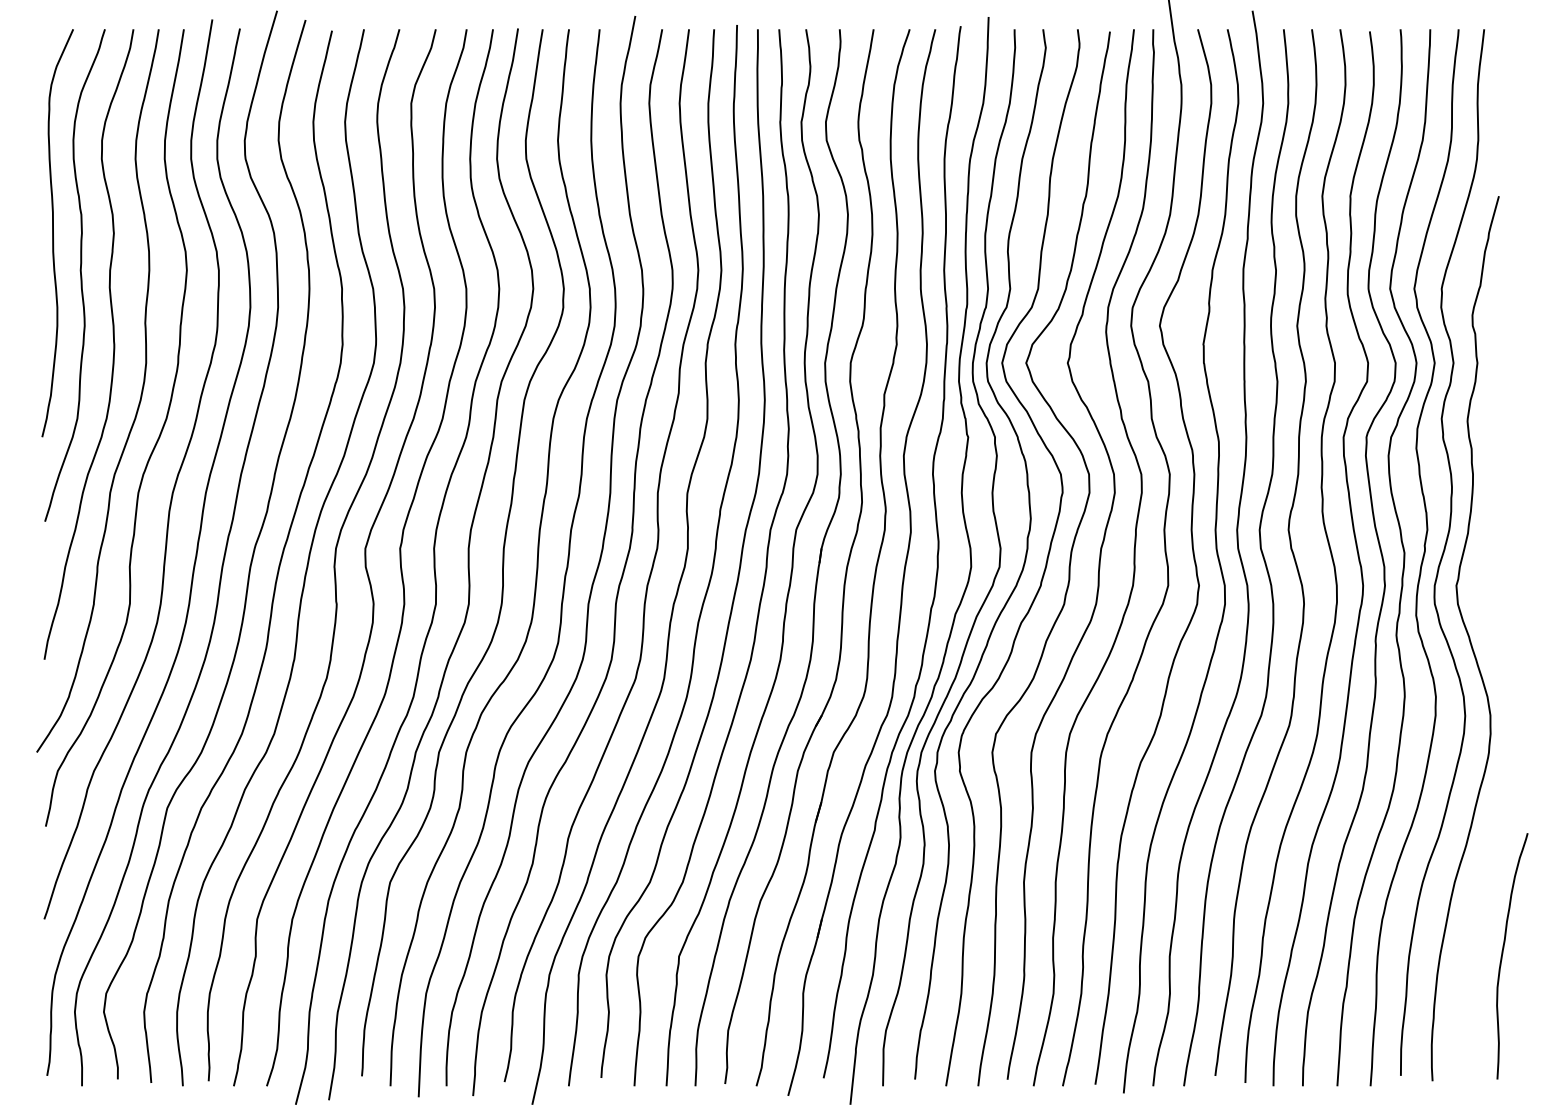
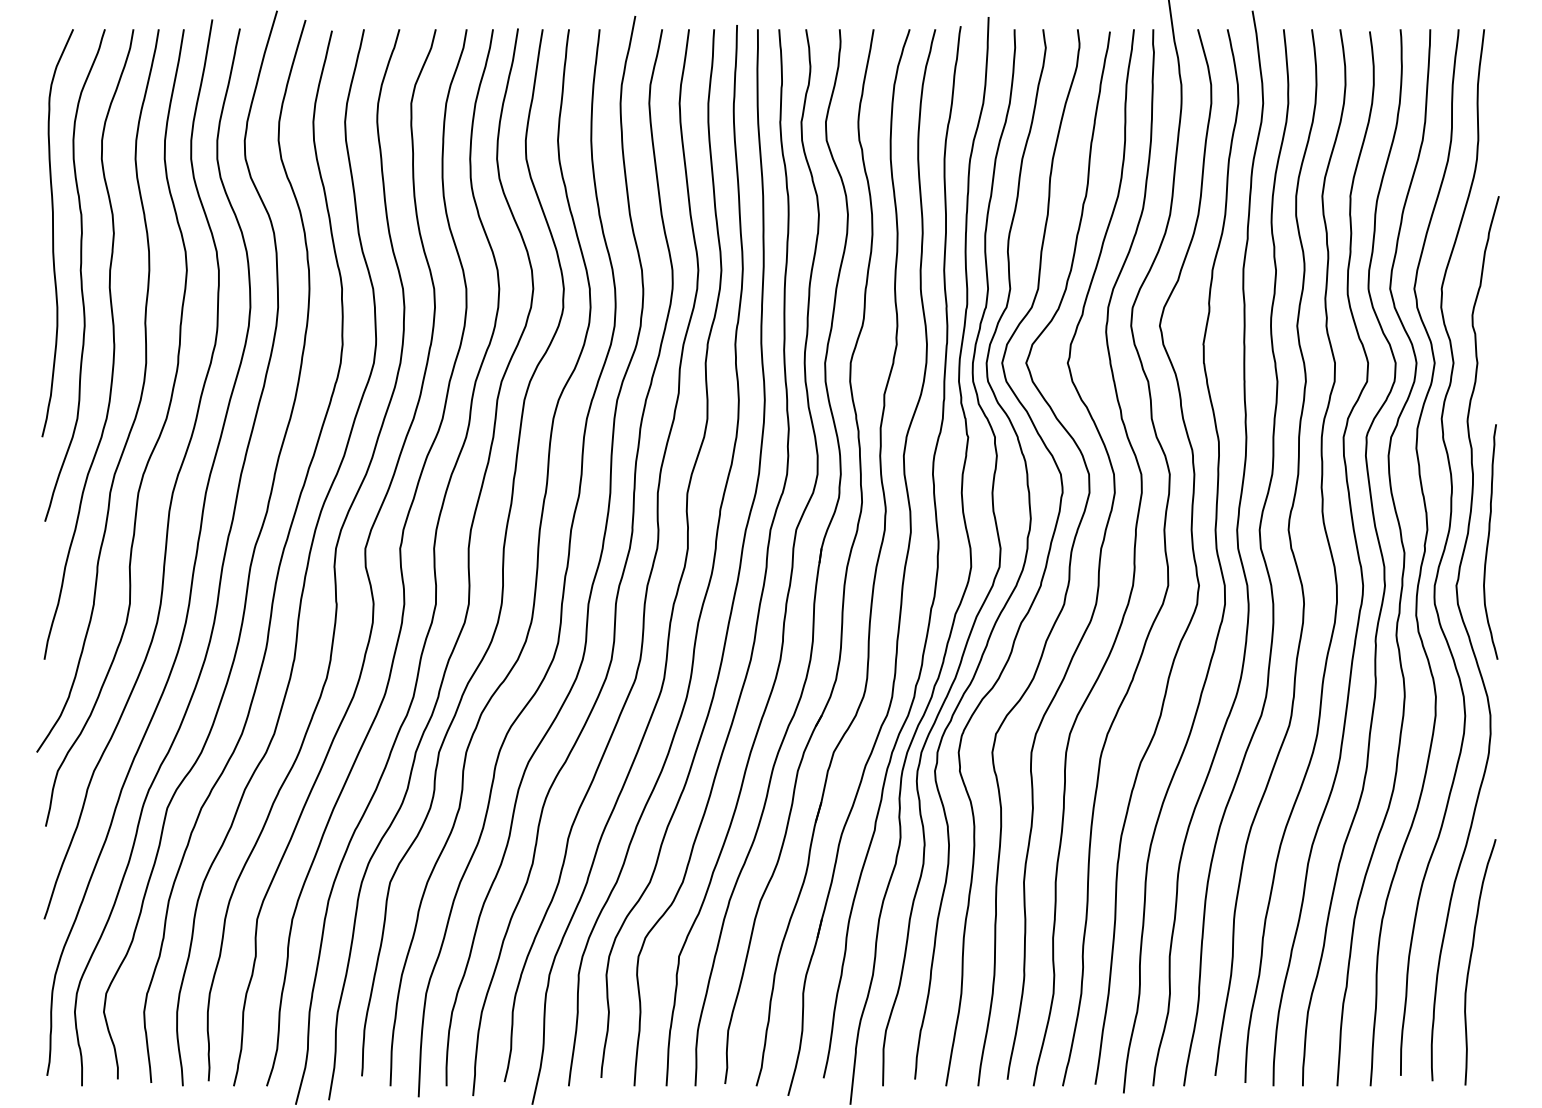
curve at (1488, 541): none -> present
curve at (1503, 954) position: (1503, 954) -> (1471, 960)
